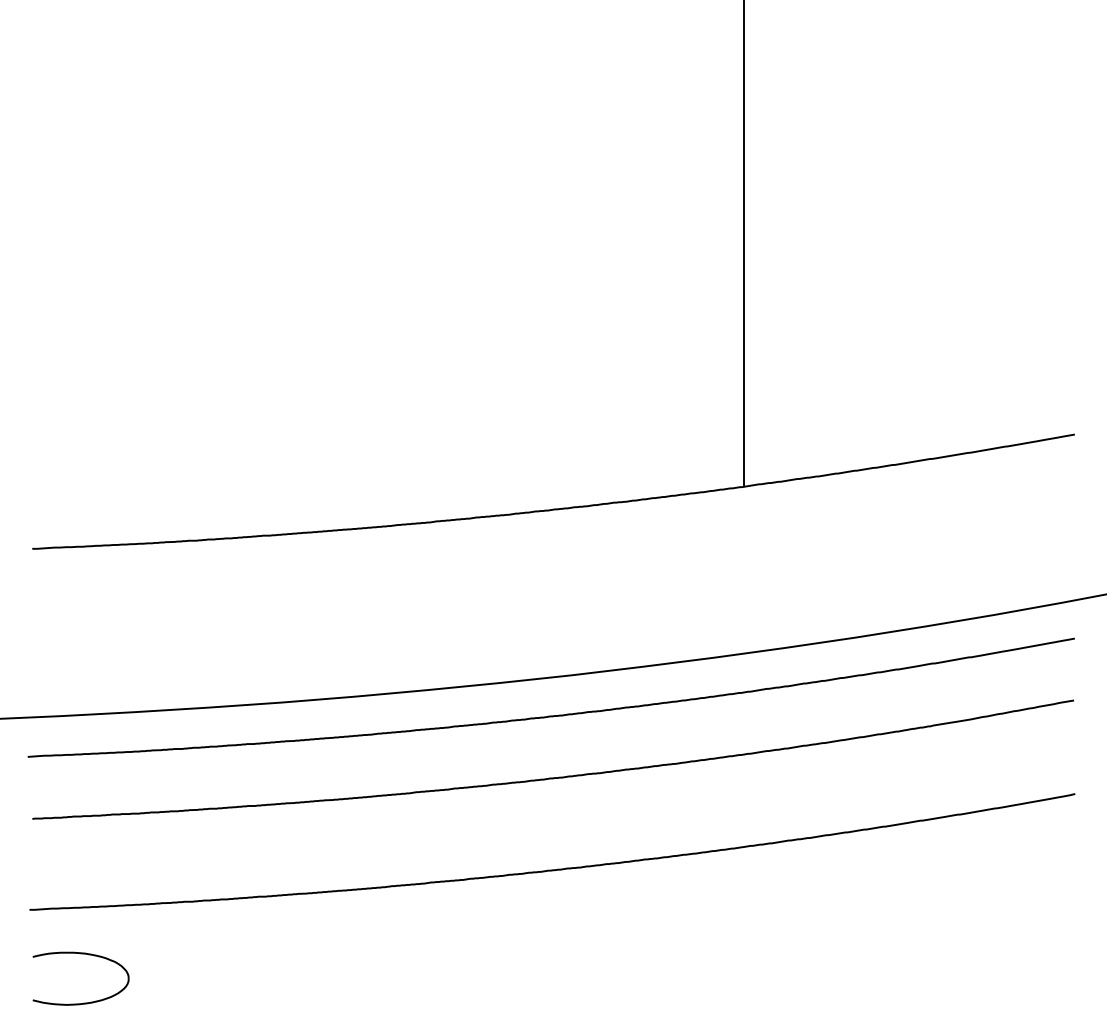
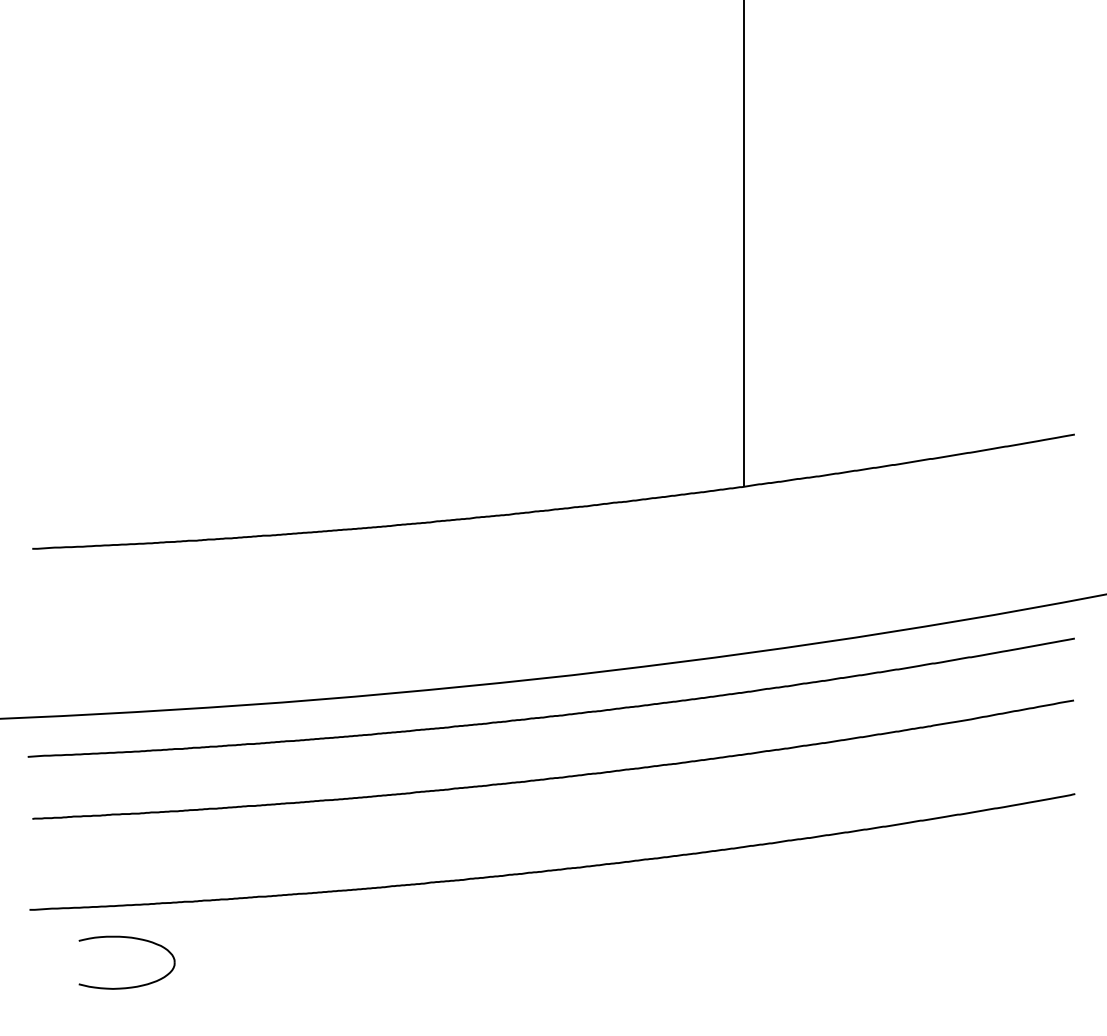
part at (80, 954) position: (80, 954) -> (126, 938)
